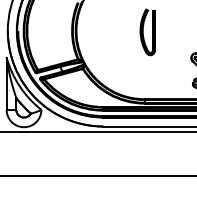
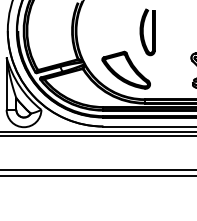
part at (125, 69): none -> present
line at (97, 135): none -> present
line at (97, 170): none -> present
